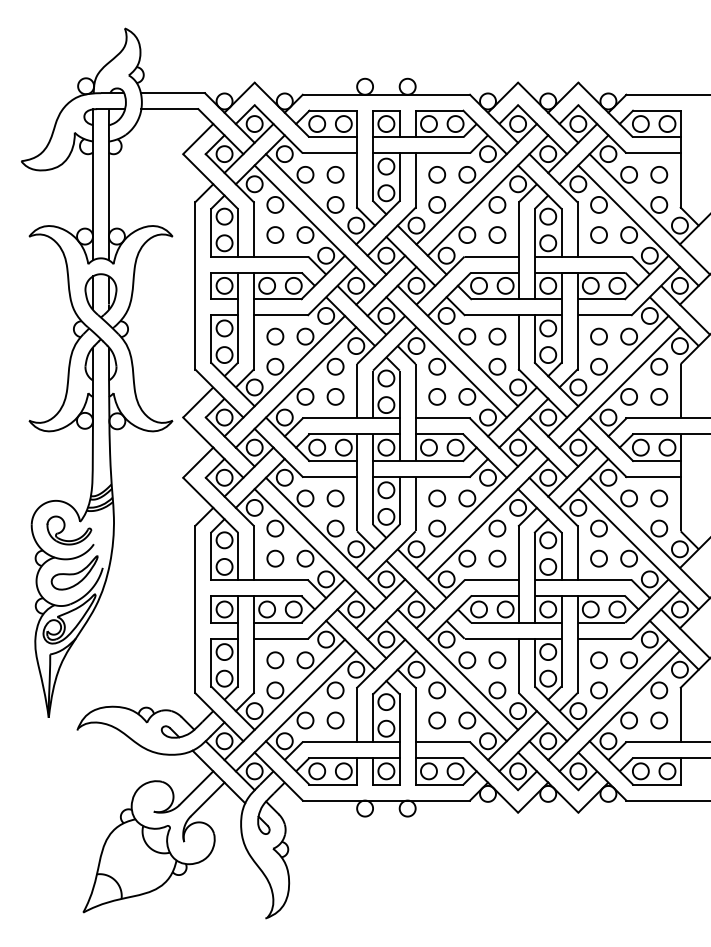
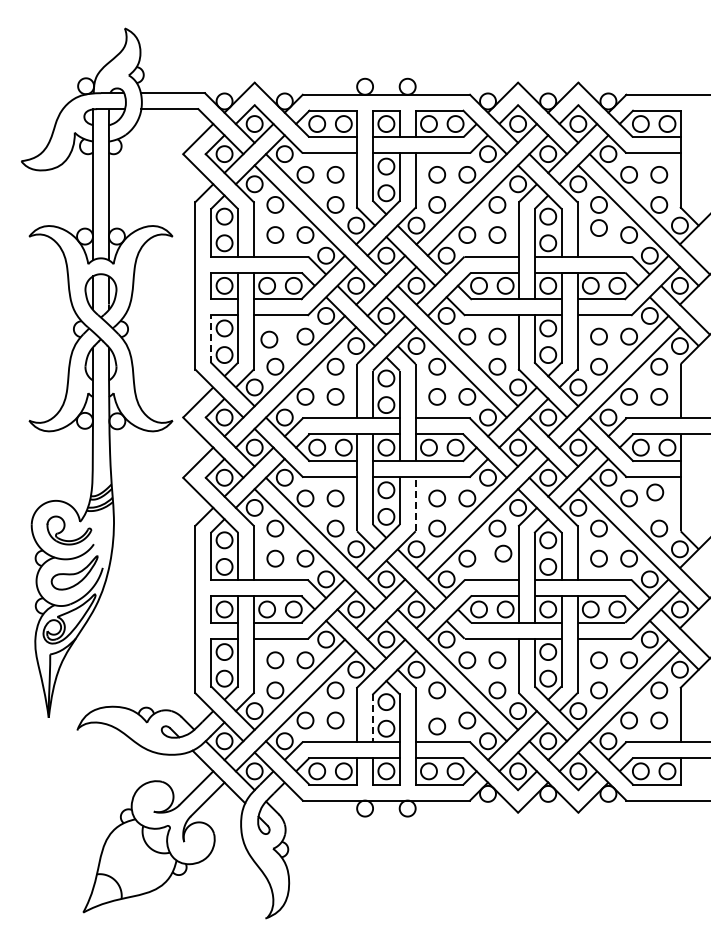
part at (598, 234) position: (598, 234) -> (598, 227)
part at (275, 336) position: (275, 336) -> (269, 339)
line at (211, 339): solid -> dashed
part at (659, 498) position: (659, 498) -> (655, 492)
line at (415, 503): solid -> dashed
part at (497, 558) position: (497, 558) -> (503, 553)
line at (373, 718): solid -> dashed
part at (437, 720) position: (437, 720) -> (437, 726)
